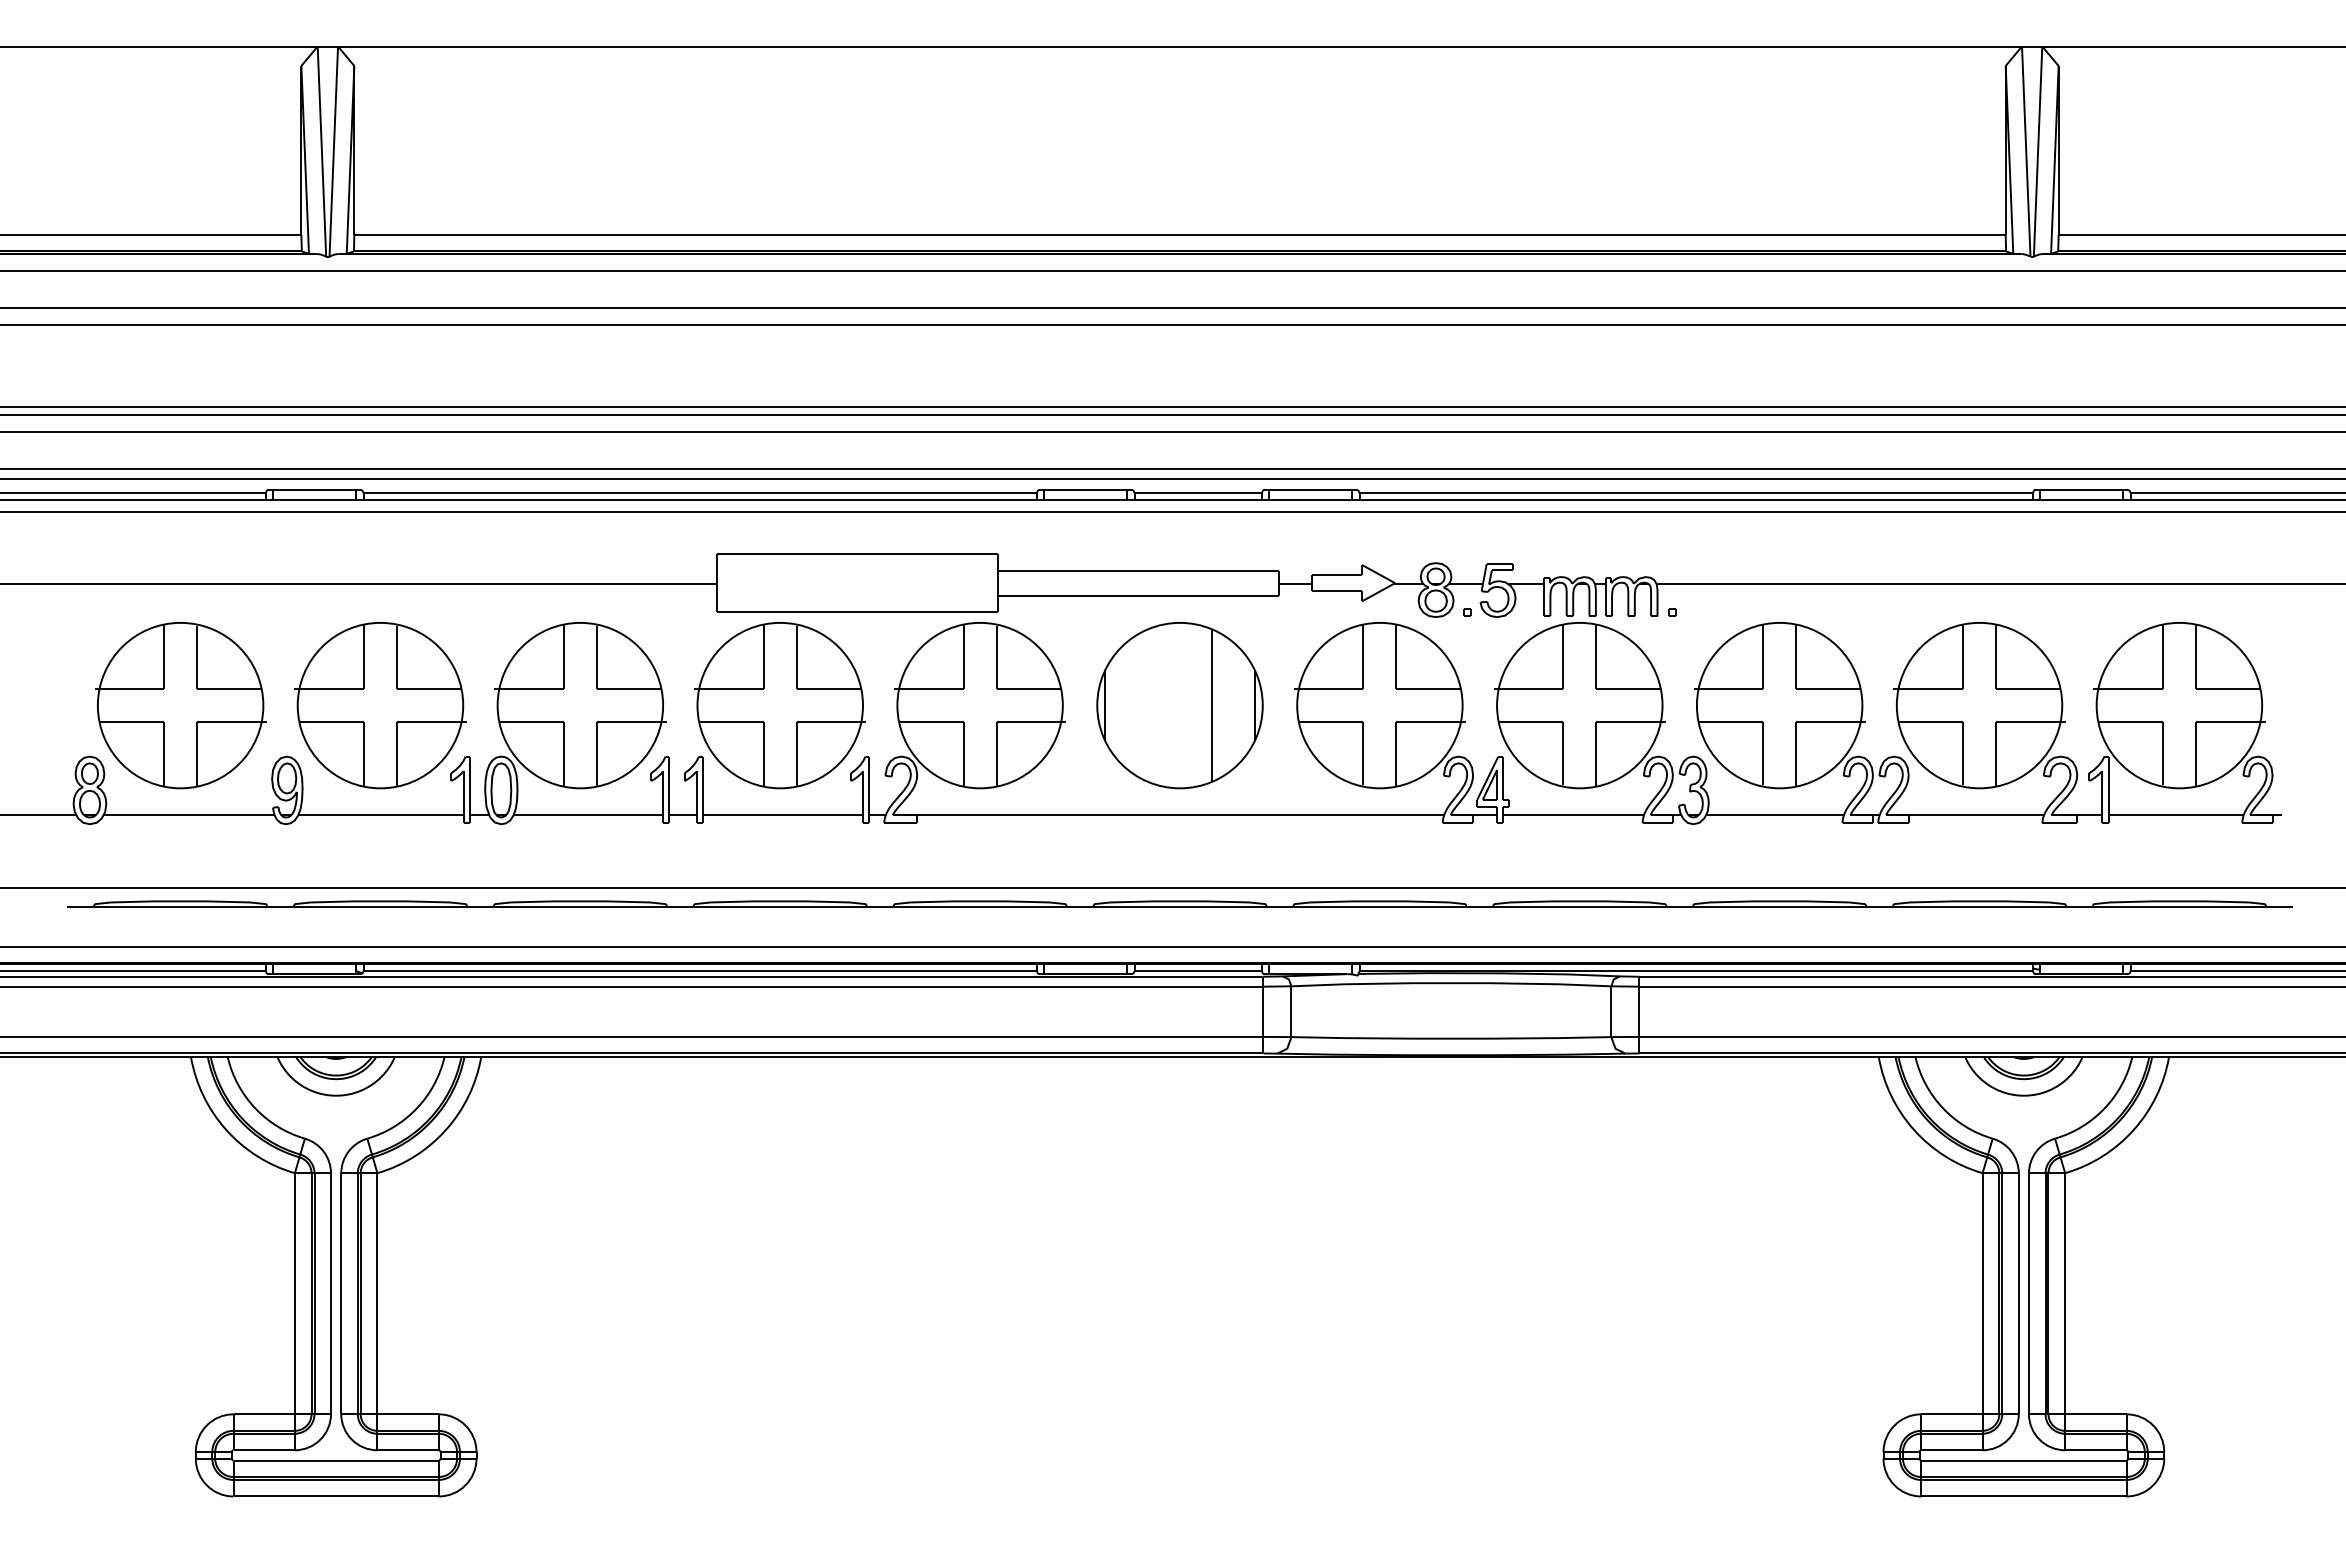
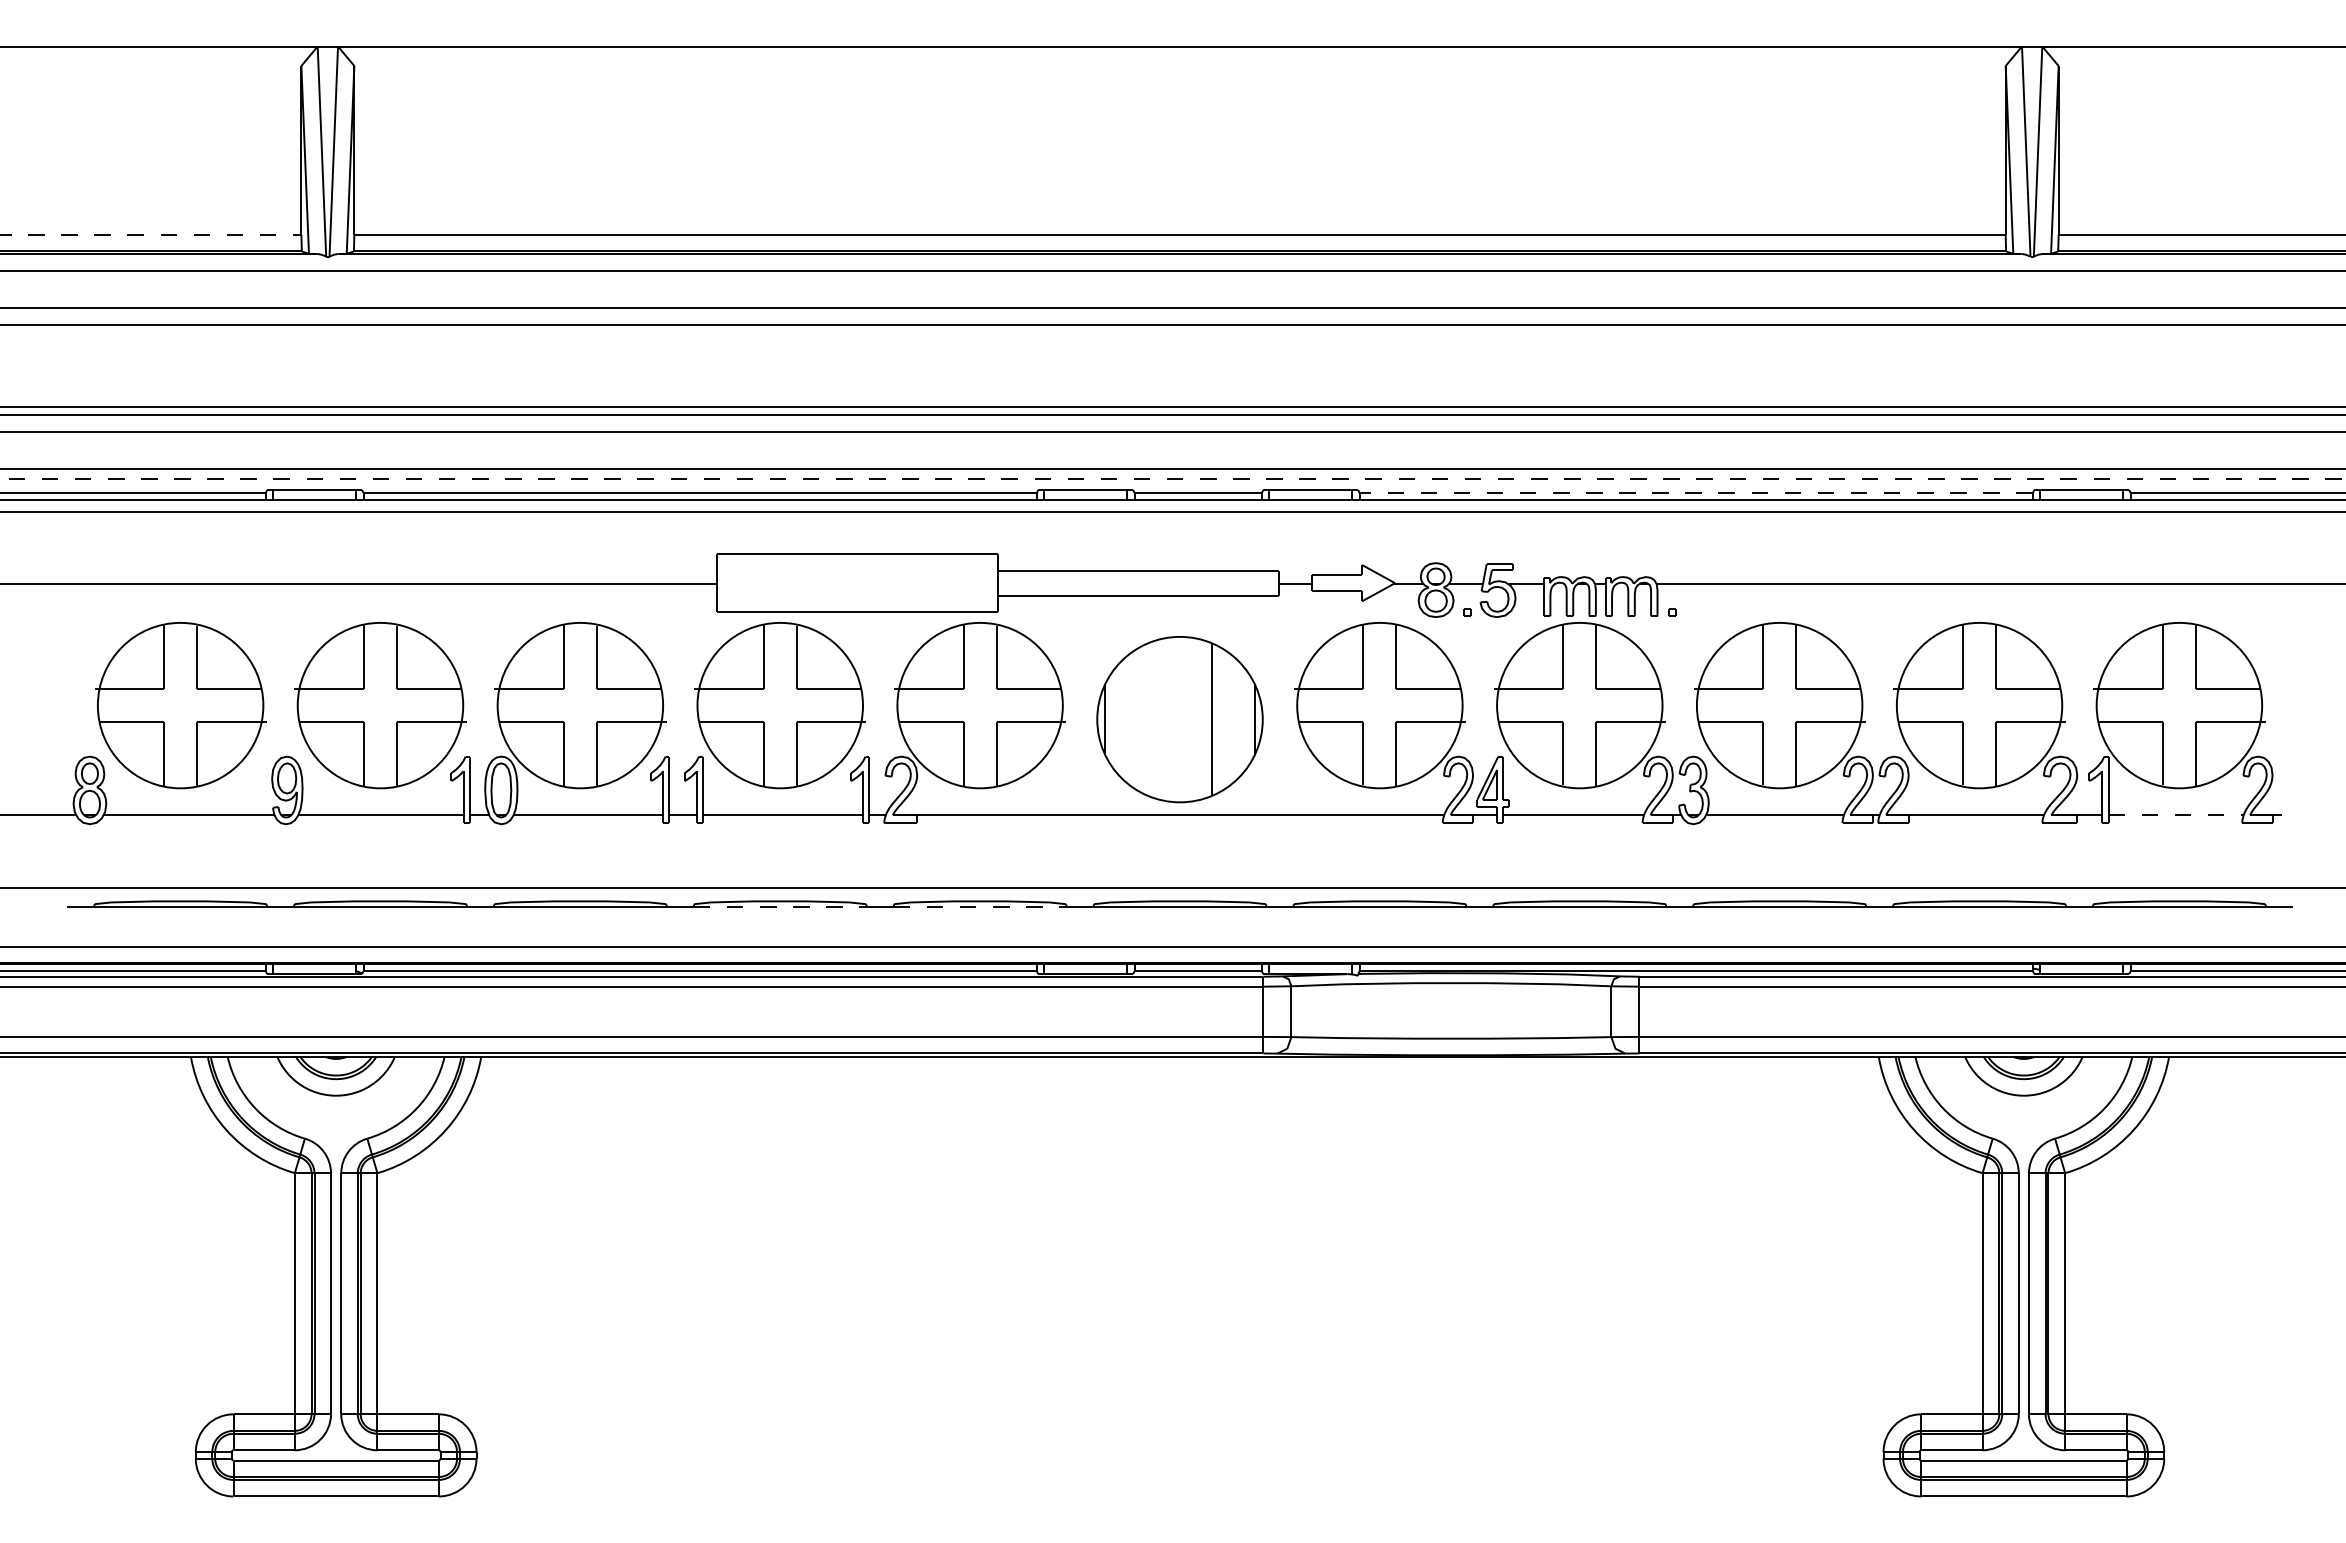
line at (151, 234): solid -> dashed
line at (1172, 478): solid -> dashed
line at (1696, 493): solid -> dashed
part at (1179, 705) position: (1179, 705) -> (1179, 719)
line at (2176, 814): solid -> dashed
line at (780, 907): solid -> dashed
line at (980, 907): solid -> dashed
